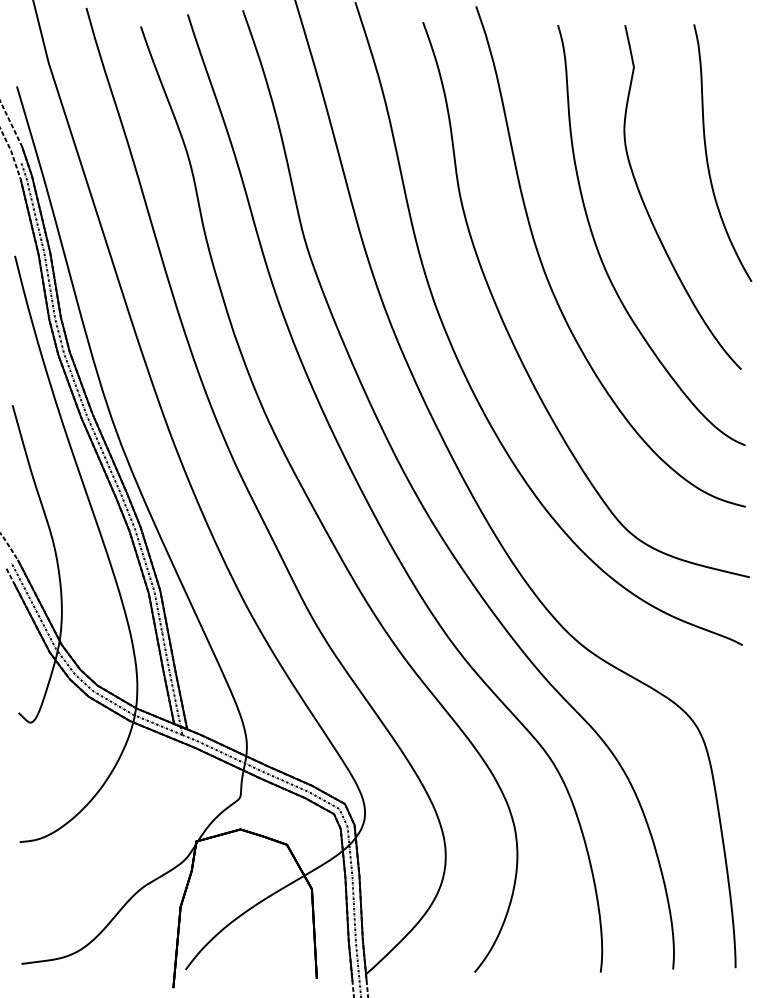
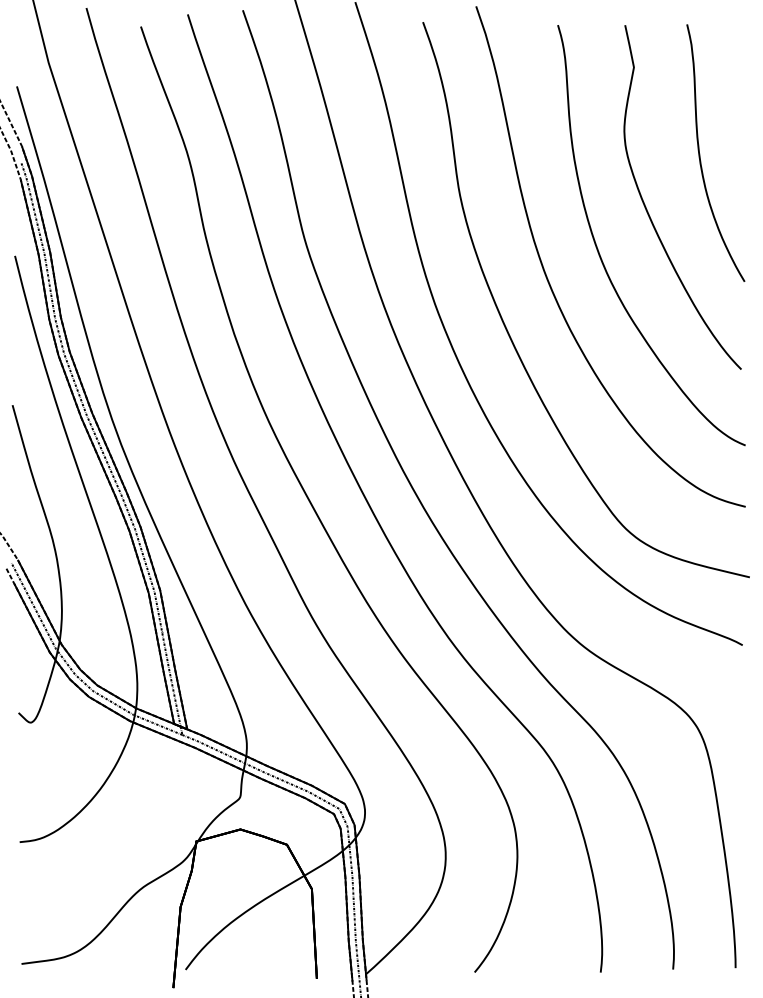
part at (707, 153) position: (707, 153) -> (700, 153)
